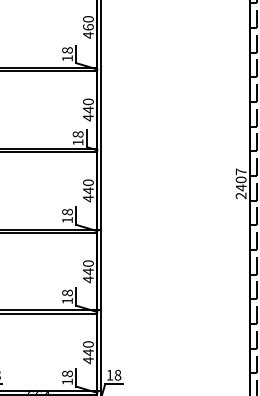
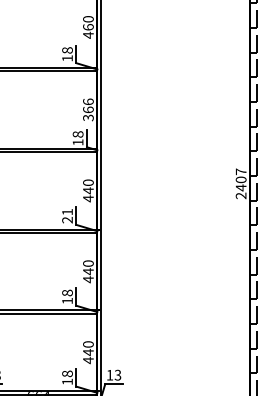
text at (88, 109): 440 -> 366
text at (67, 215): 18 -> 21
text at (117, 375): 18 -> 13
